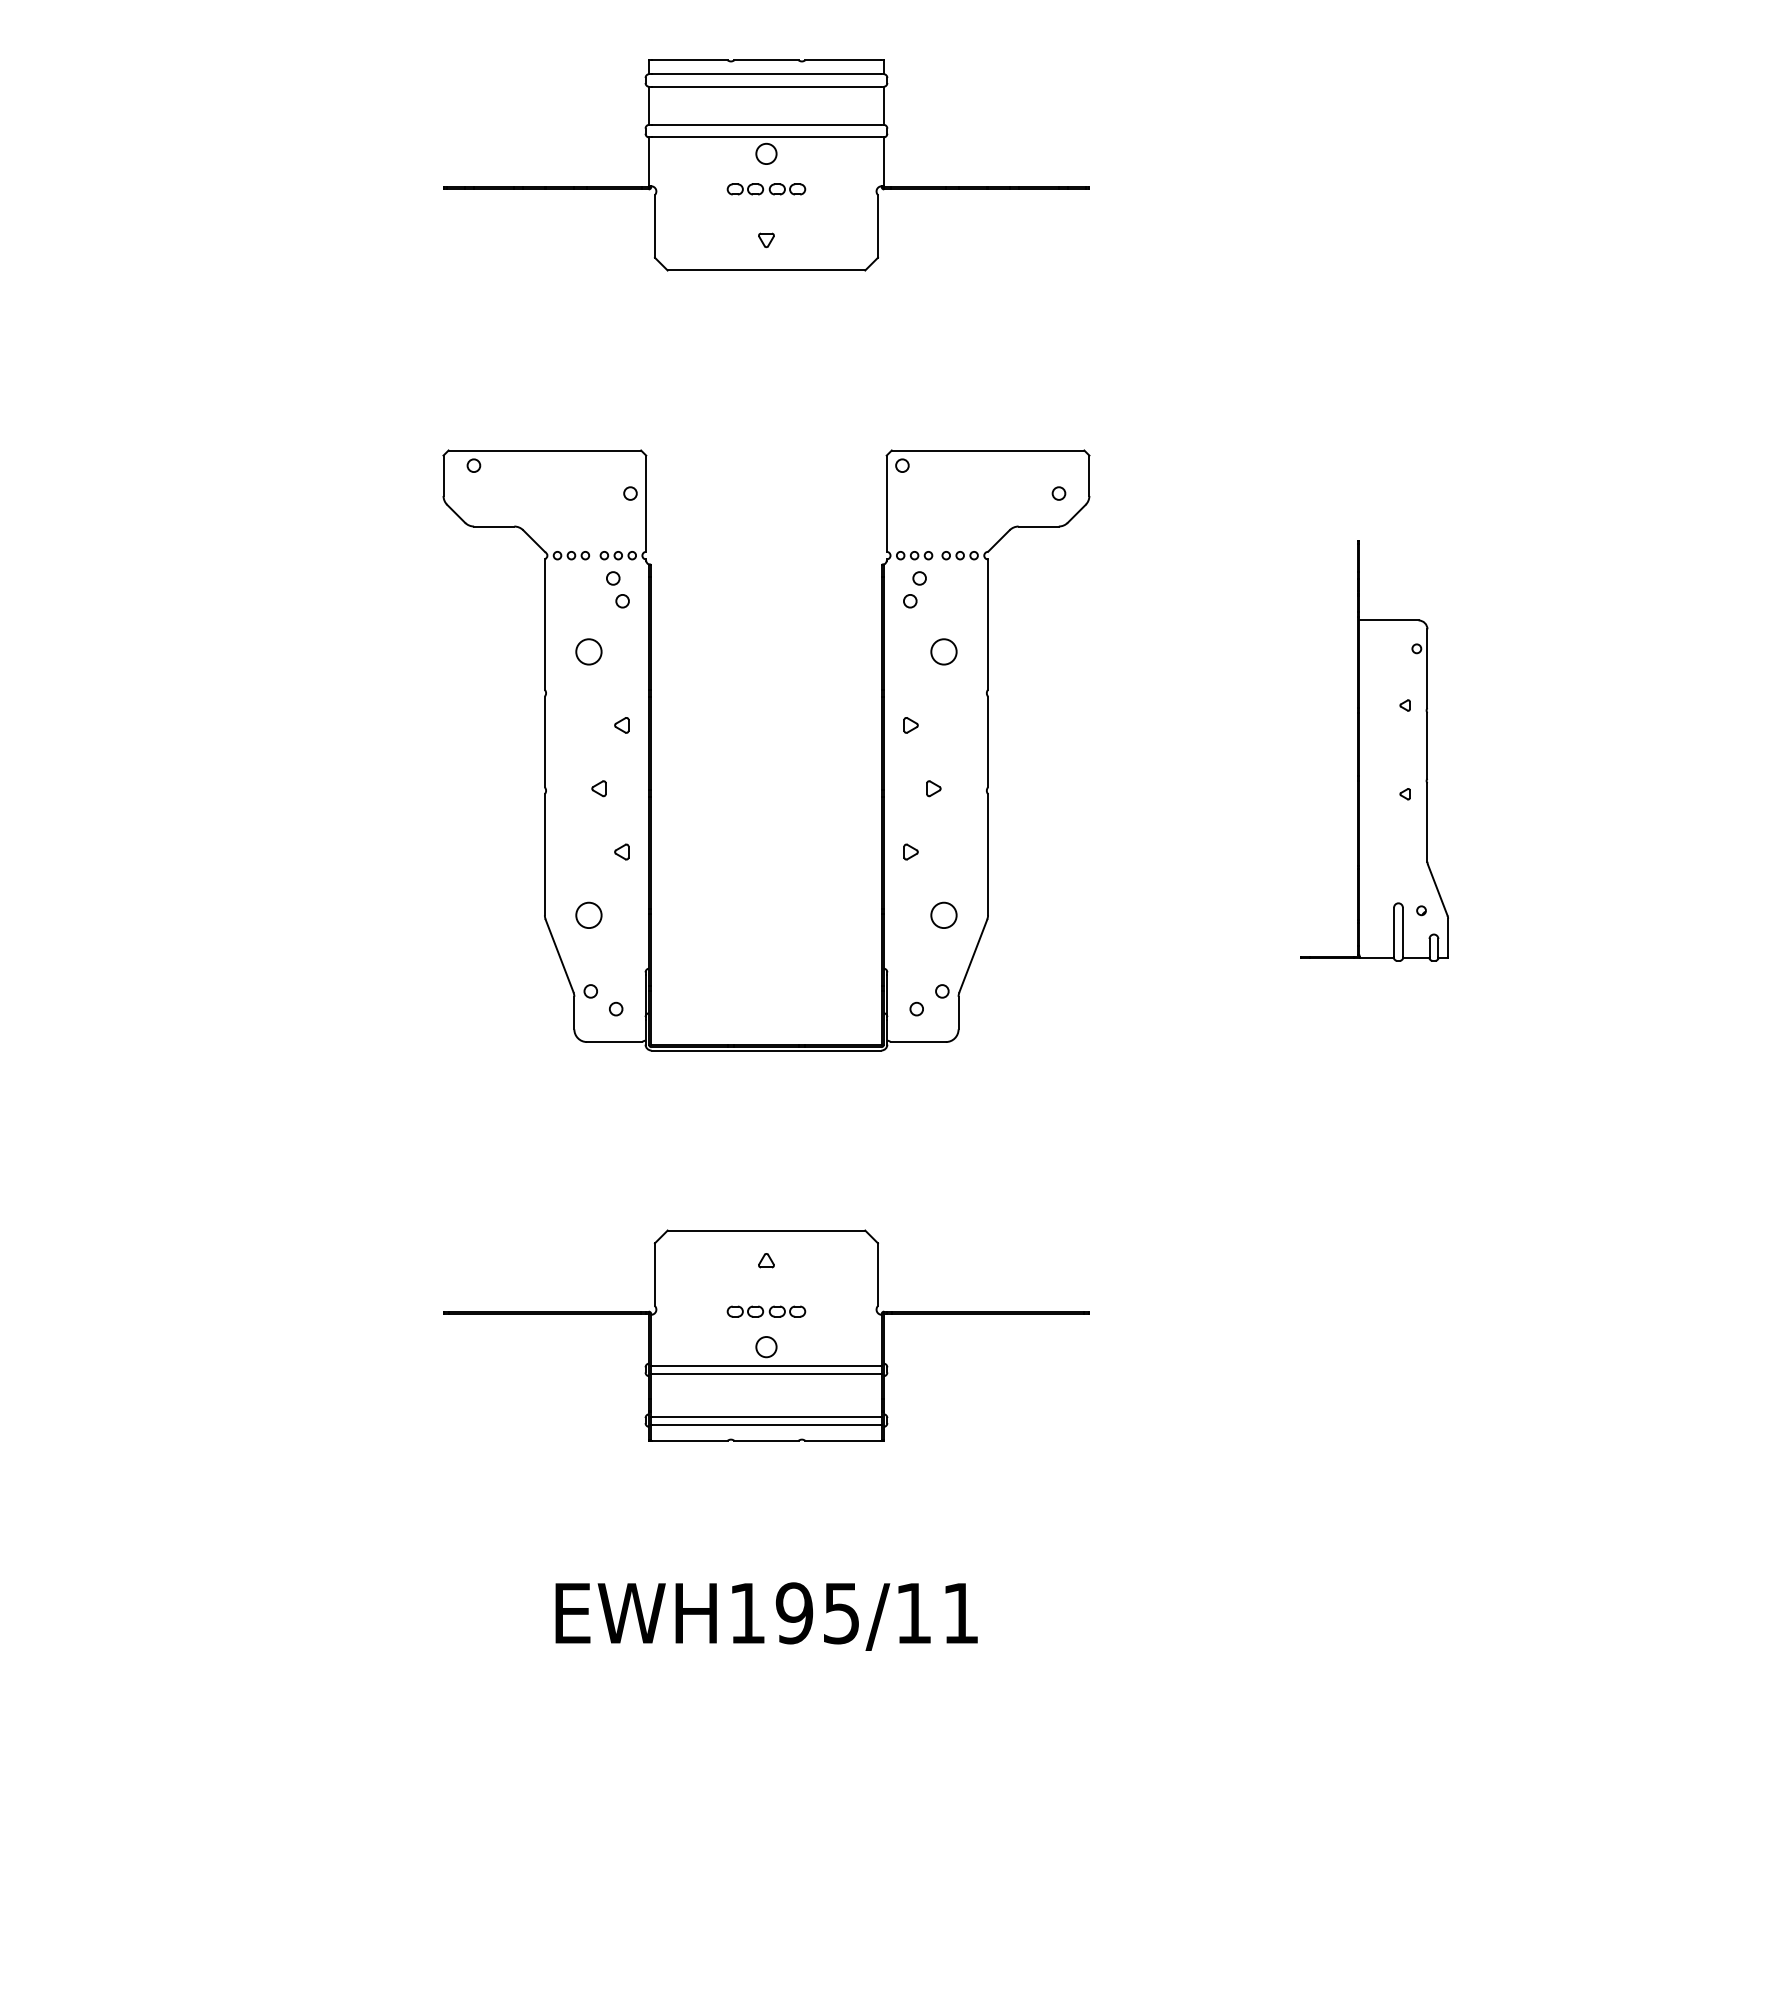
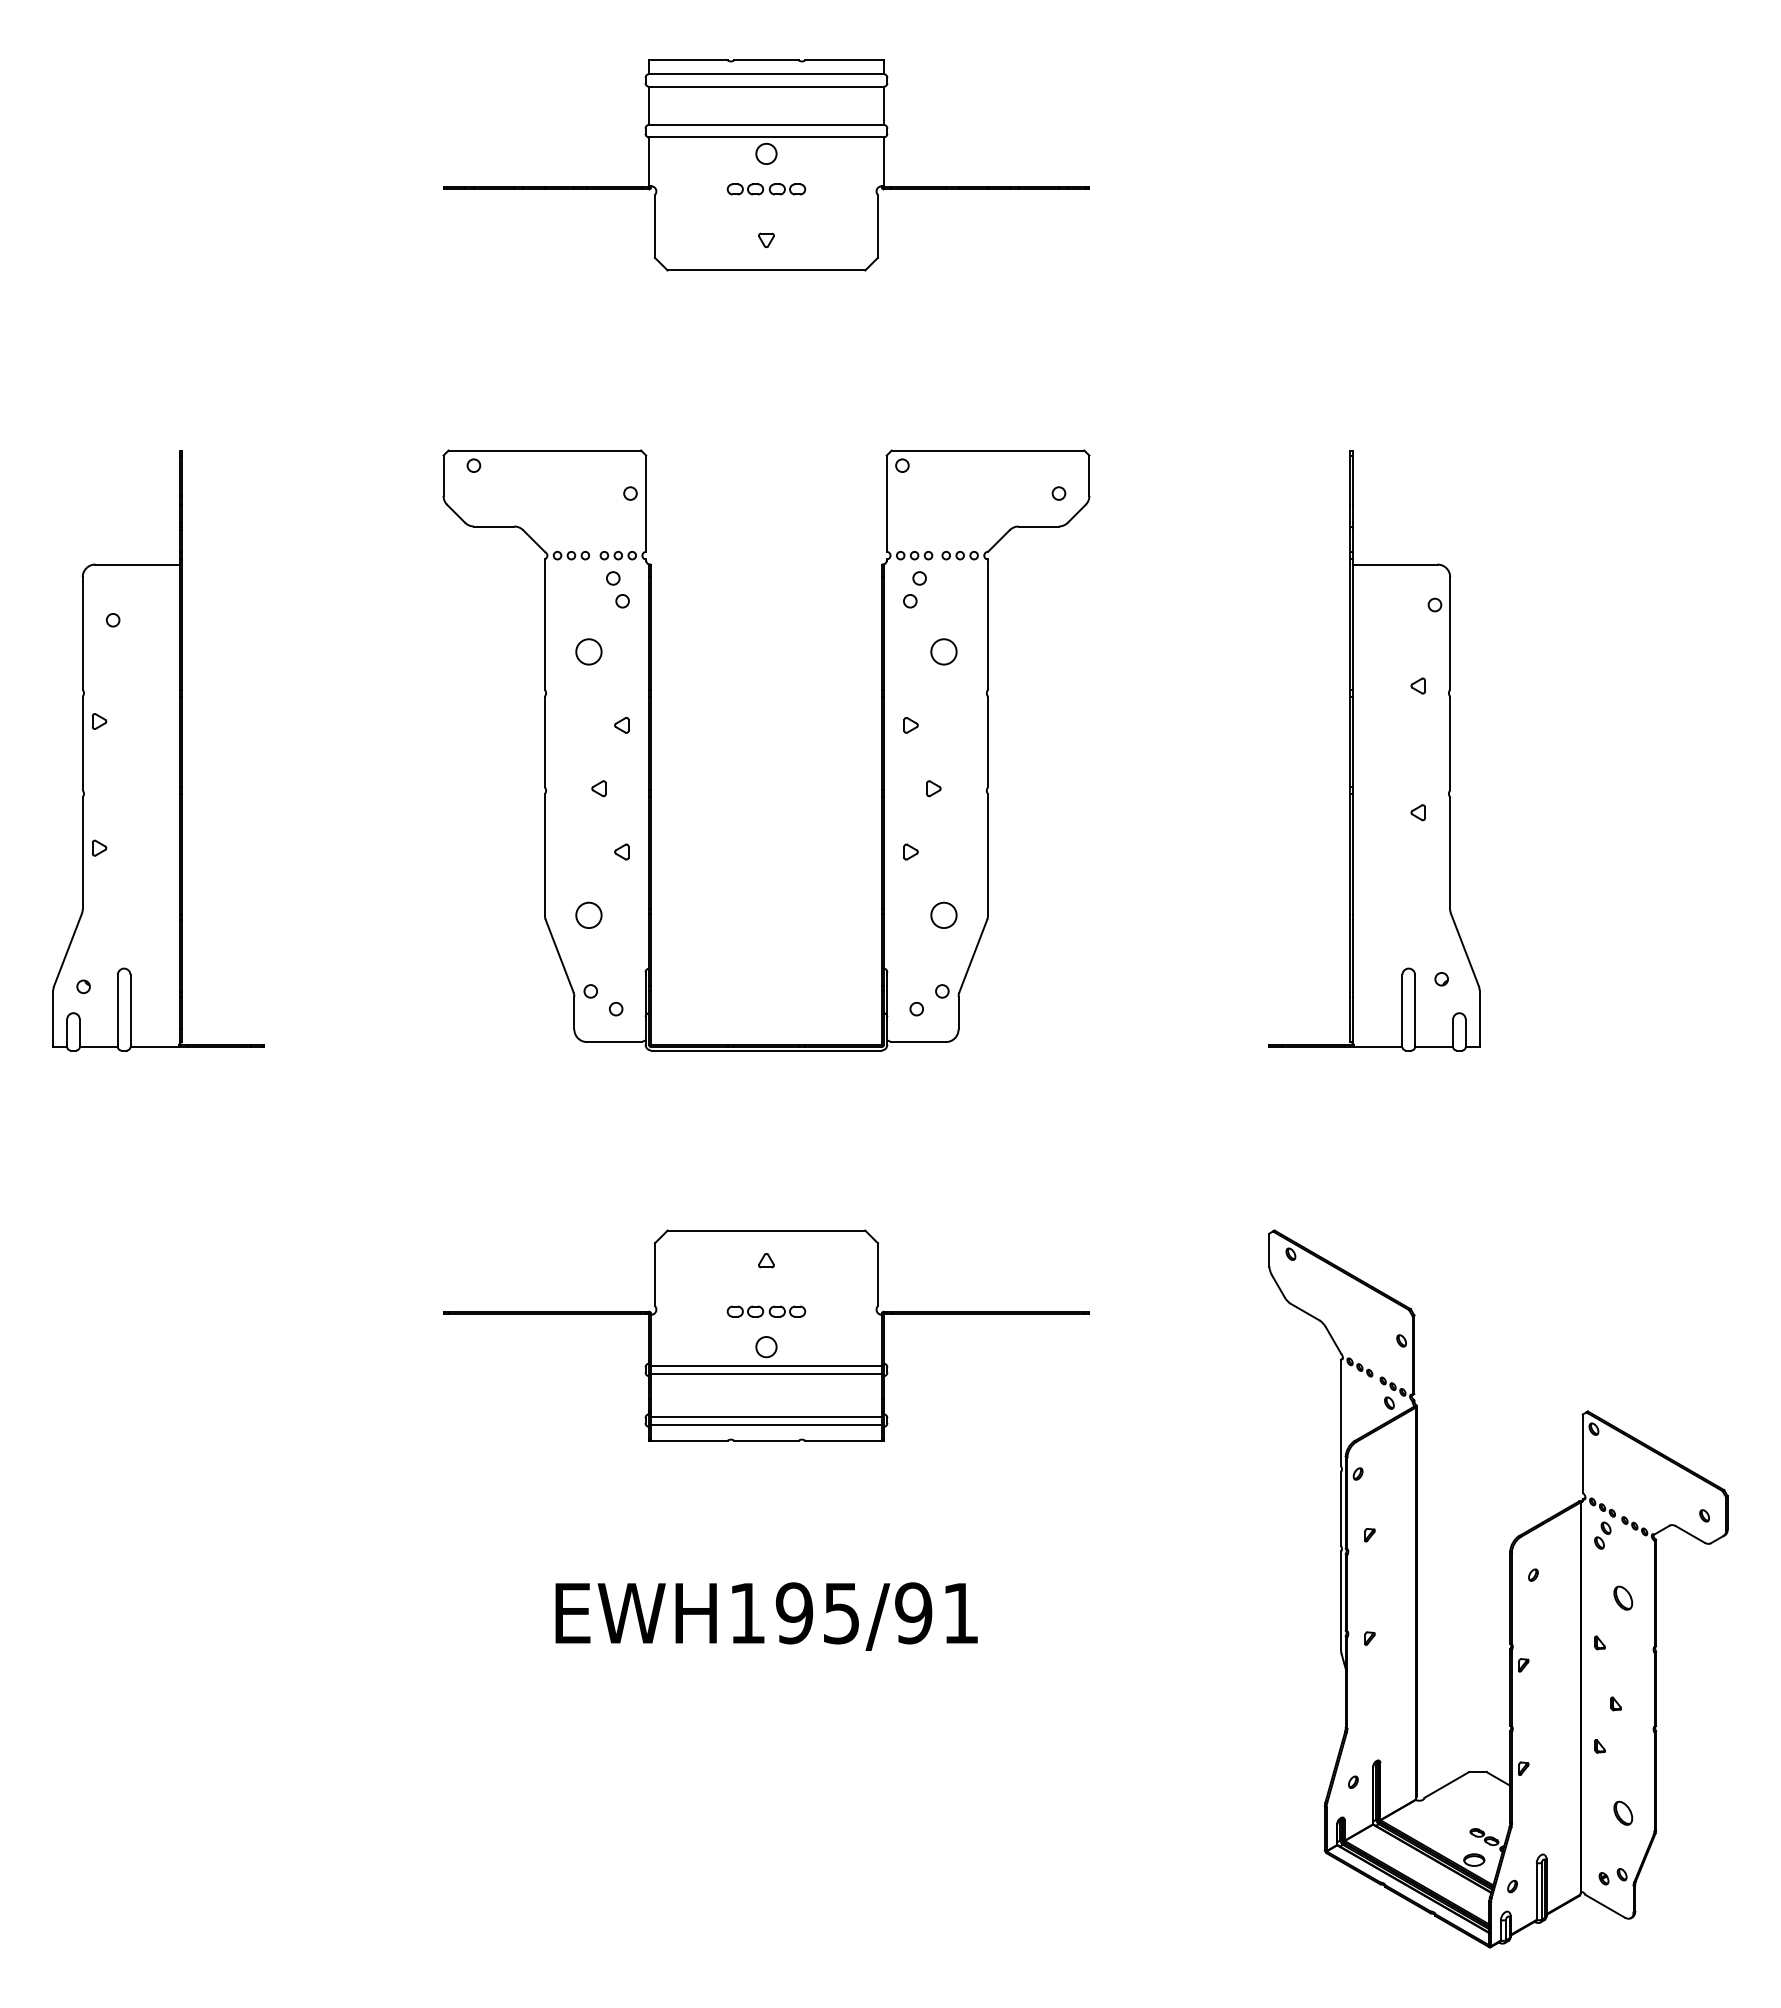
part at (158, 750): none -> present
part at (1374, 750) size: 149x422 px -> 213x602 px
part at (1509, 1588): none -> present
text at (913, 1613): EWH195/11 -> EWH195/91
